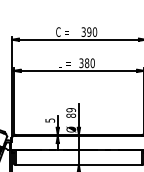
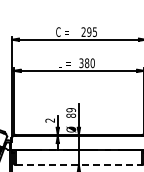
text at (89, 31): 390 -> 295
text at (50, 120): 5 -> 2
line at (79, 165): solid -> dashed
